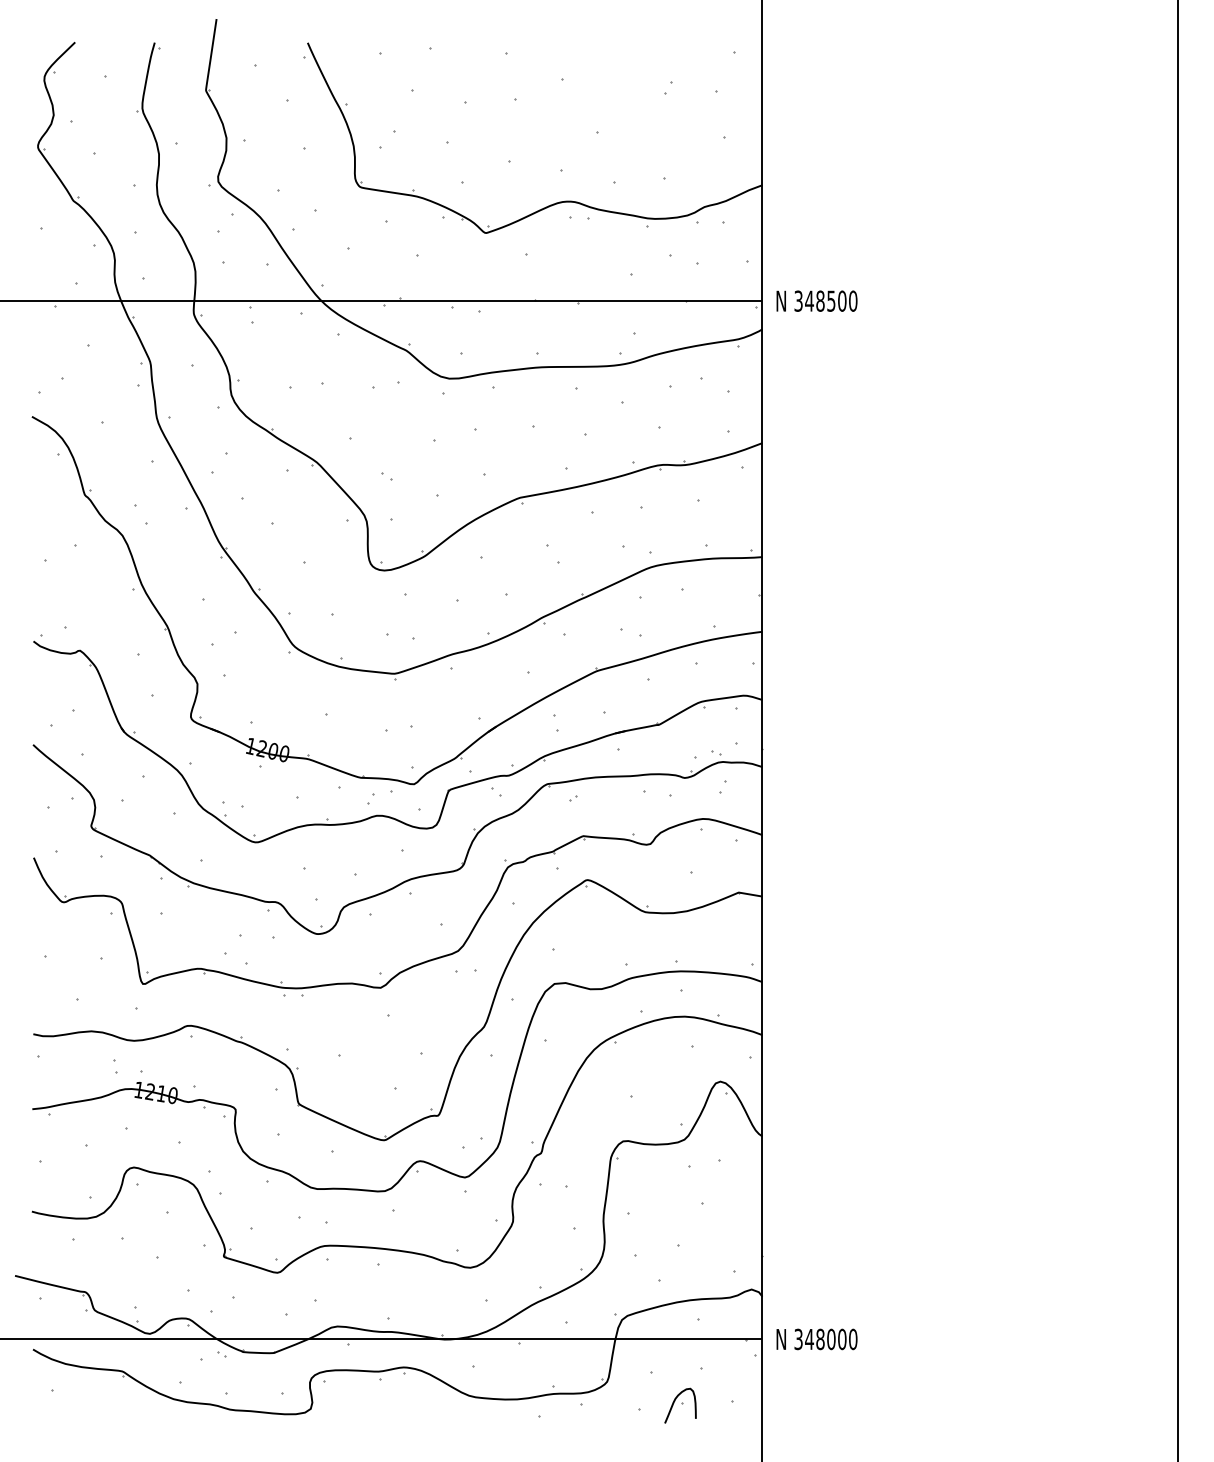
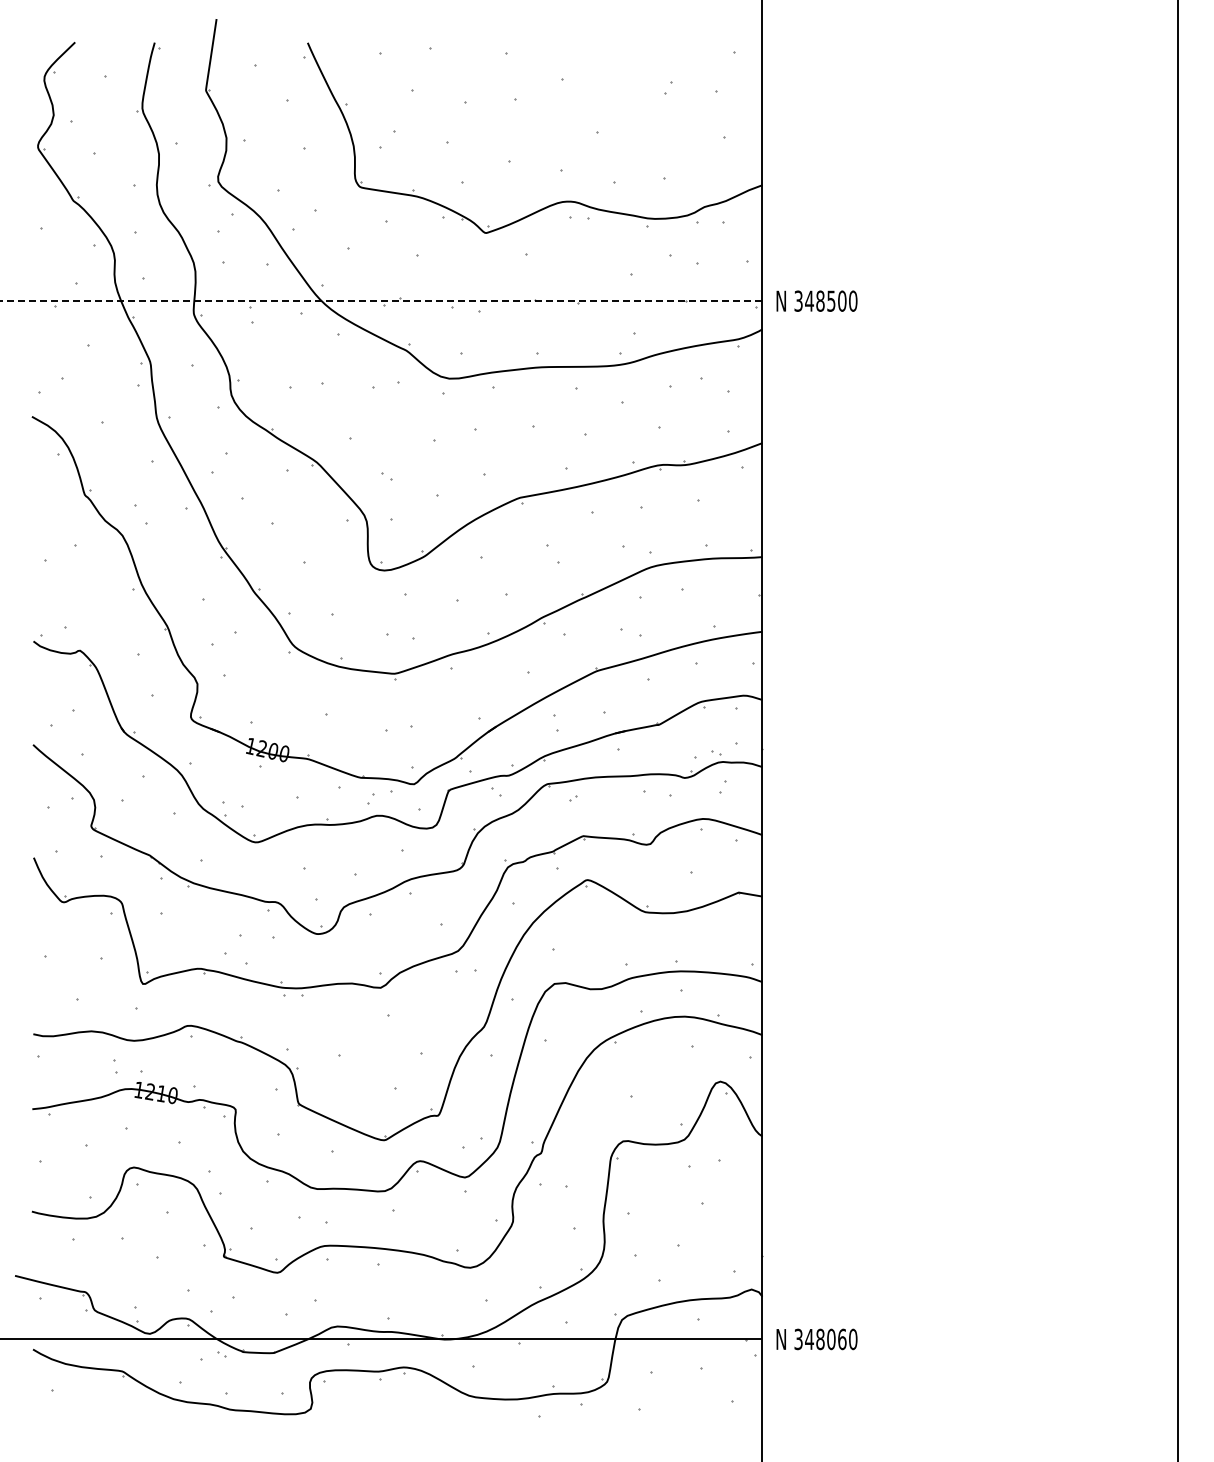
line at (381, 301): solid -> dashed
text at (842, 1338): 348000 -> 348060
part at (680, 1405): present -> none
